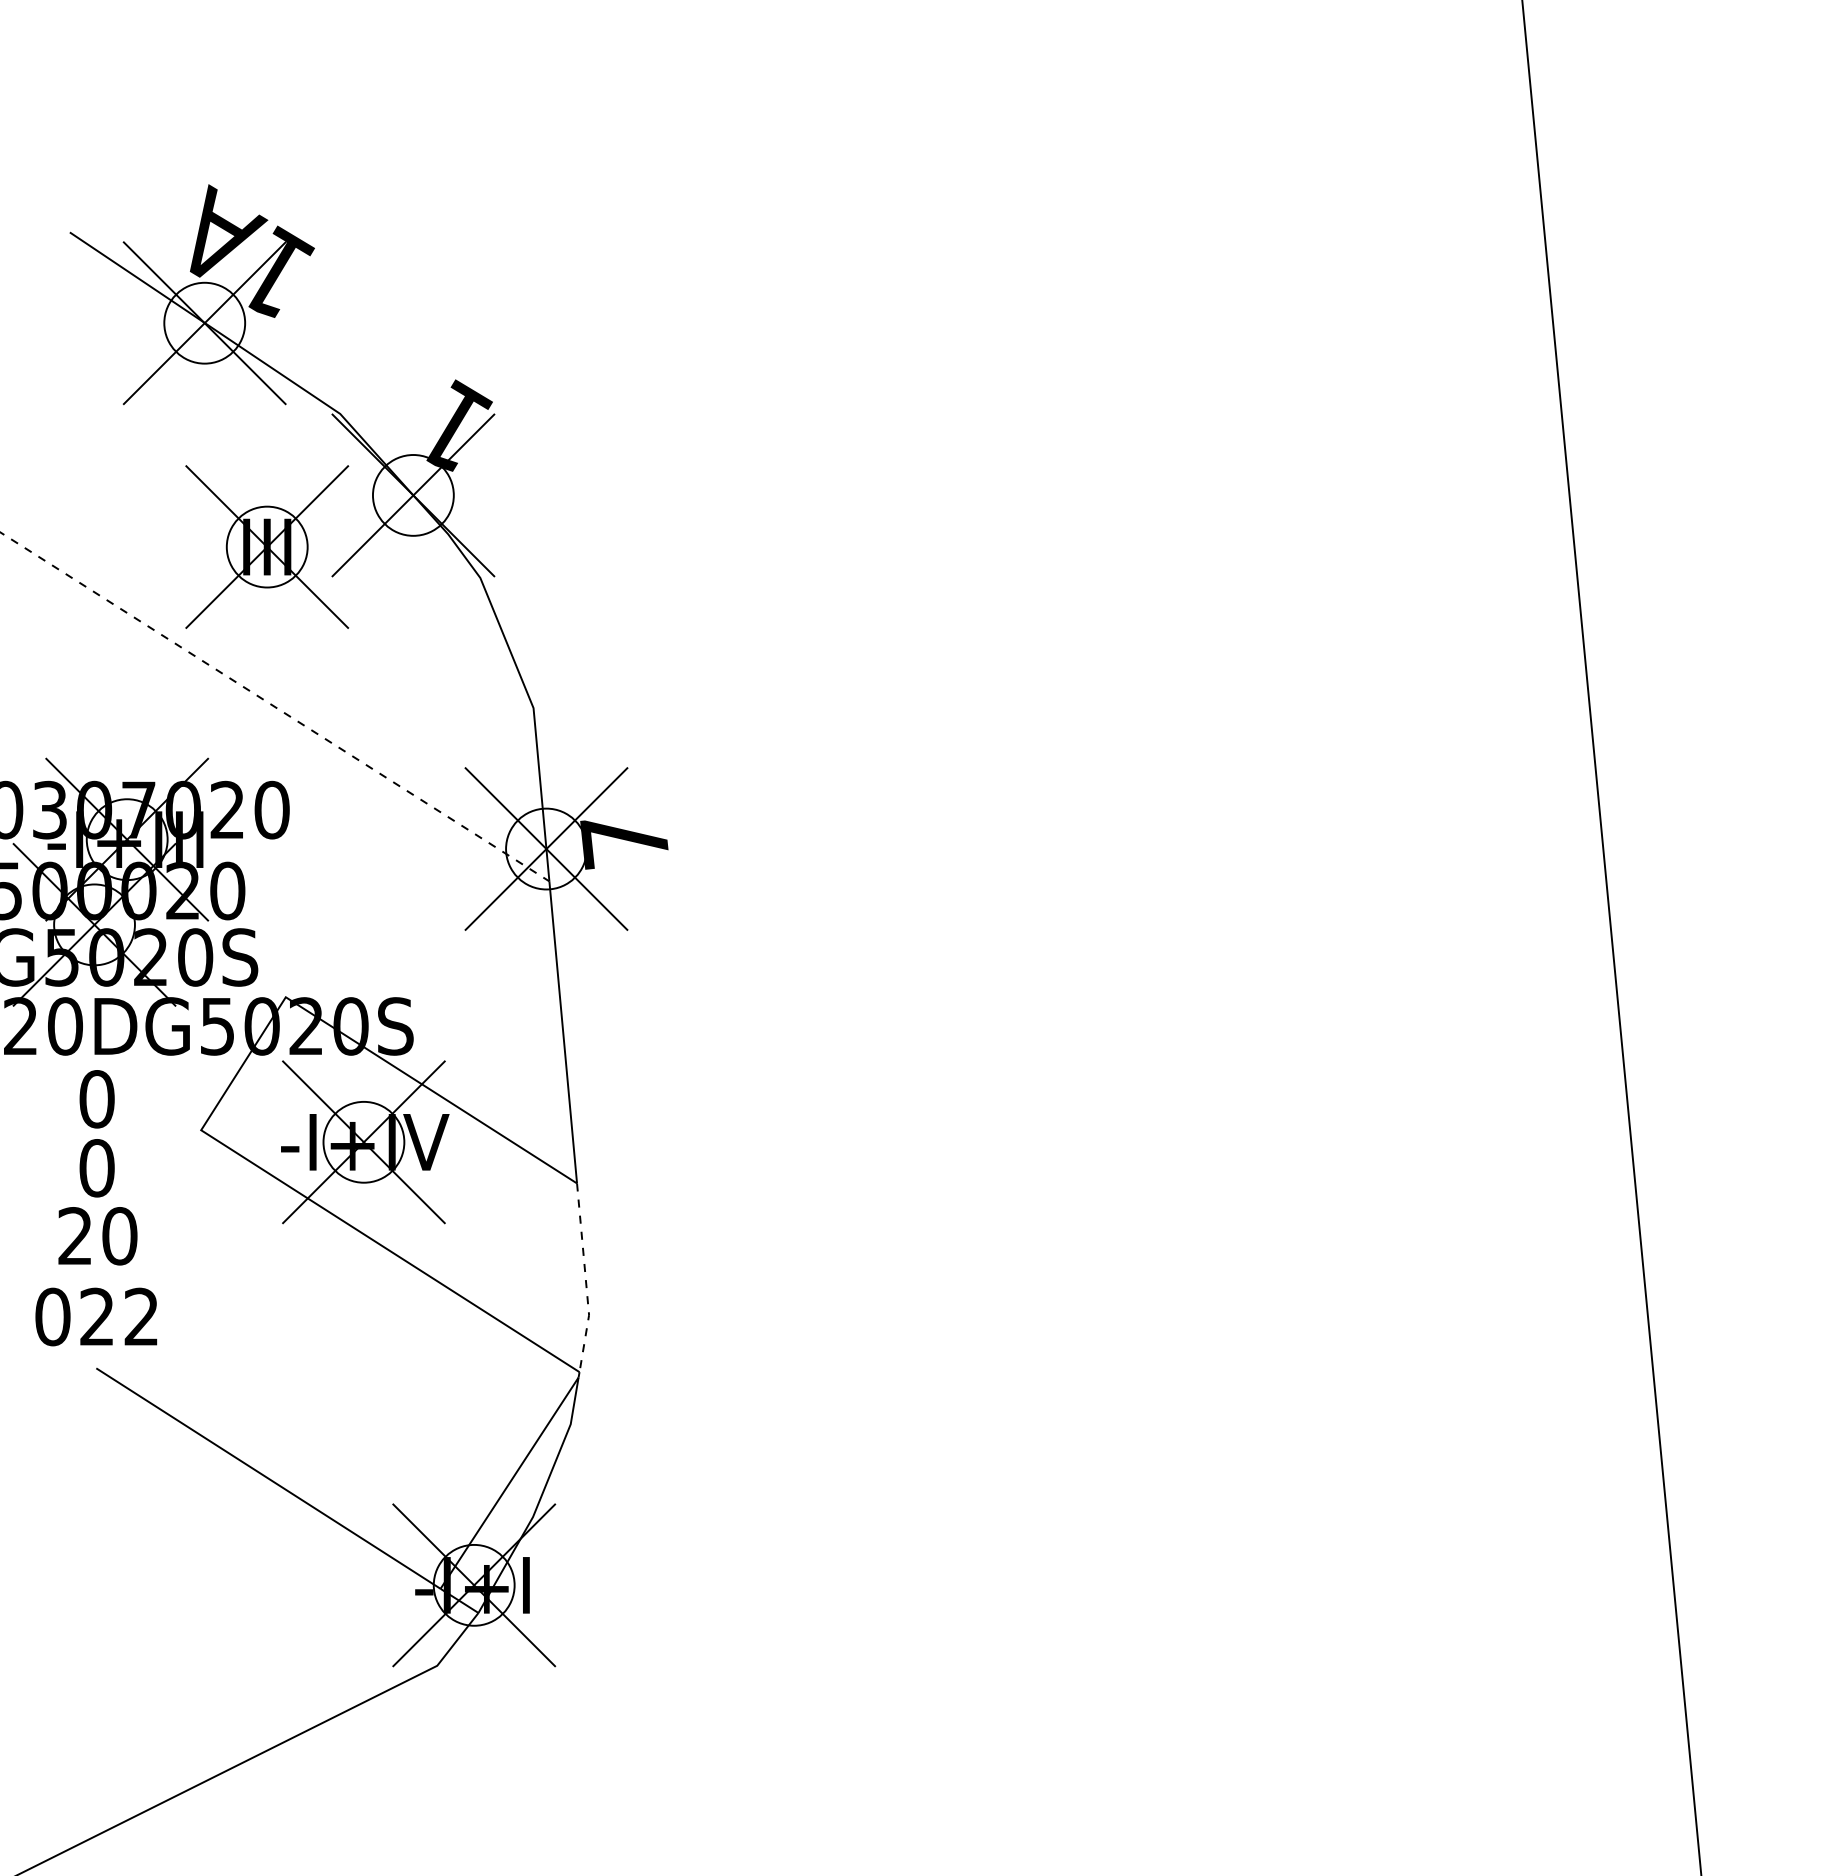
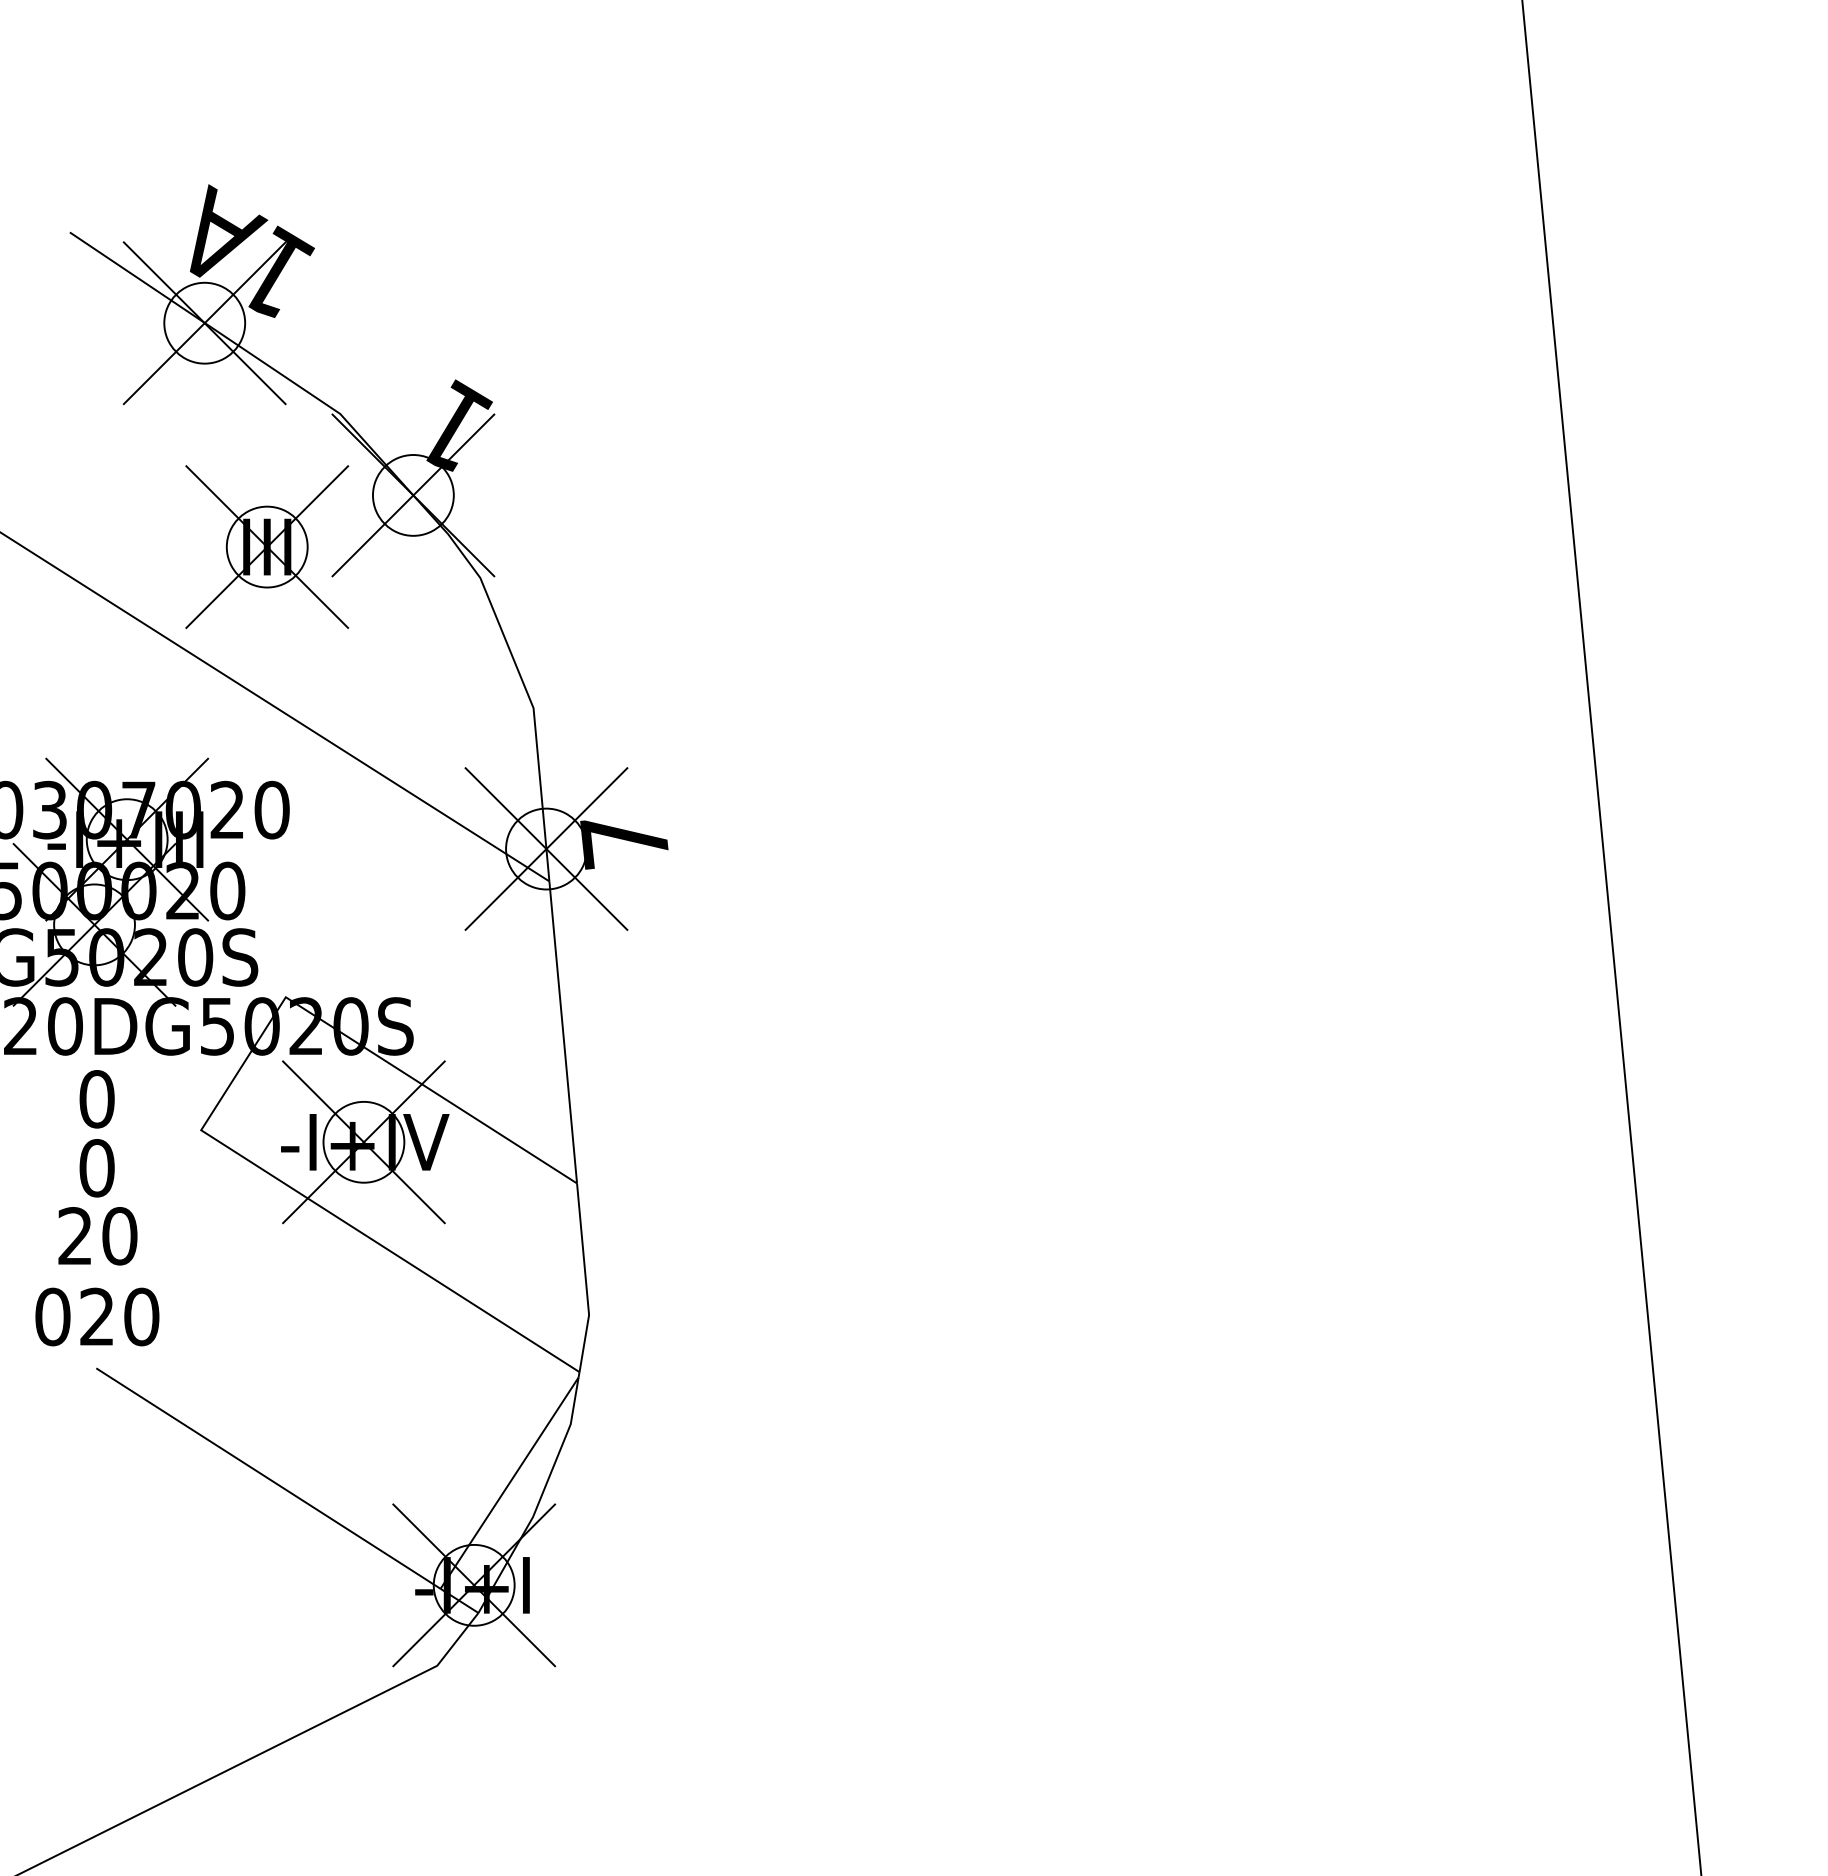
line at (275, 707): dashed -> solid
line at (585, 1278): dashed -> solid
text at (141, 1316): 022 -> 020
